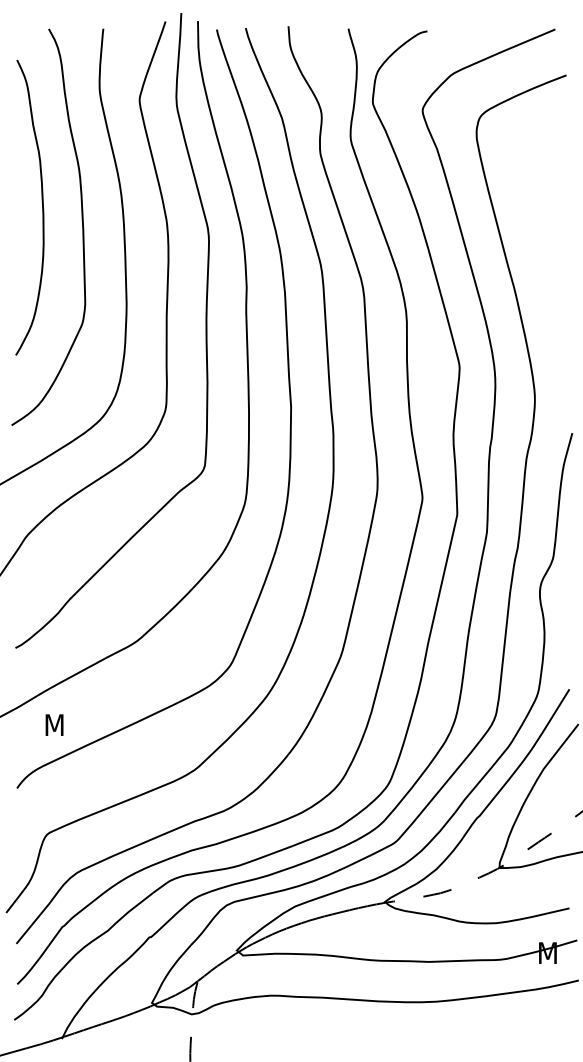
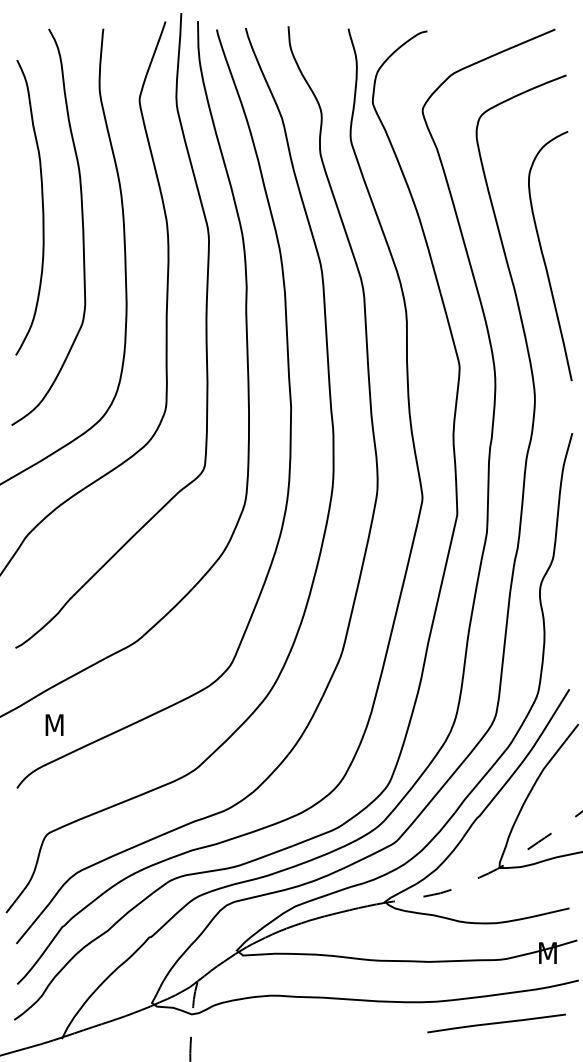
curve at (544, 257): none -> present
line at (496, 1023): none -> present
